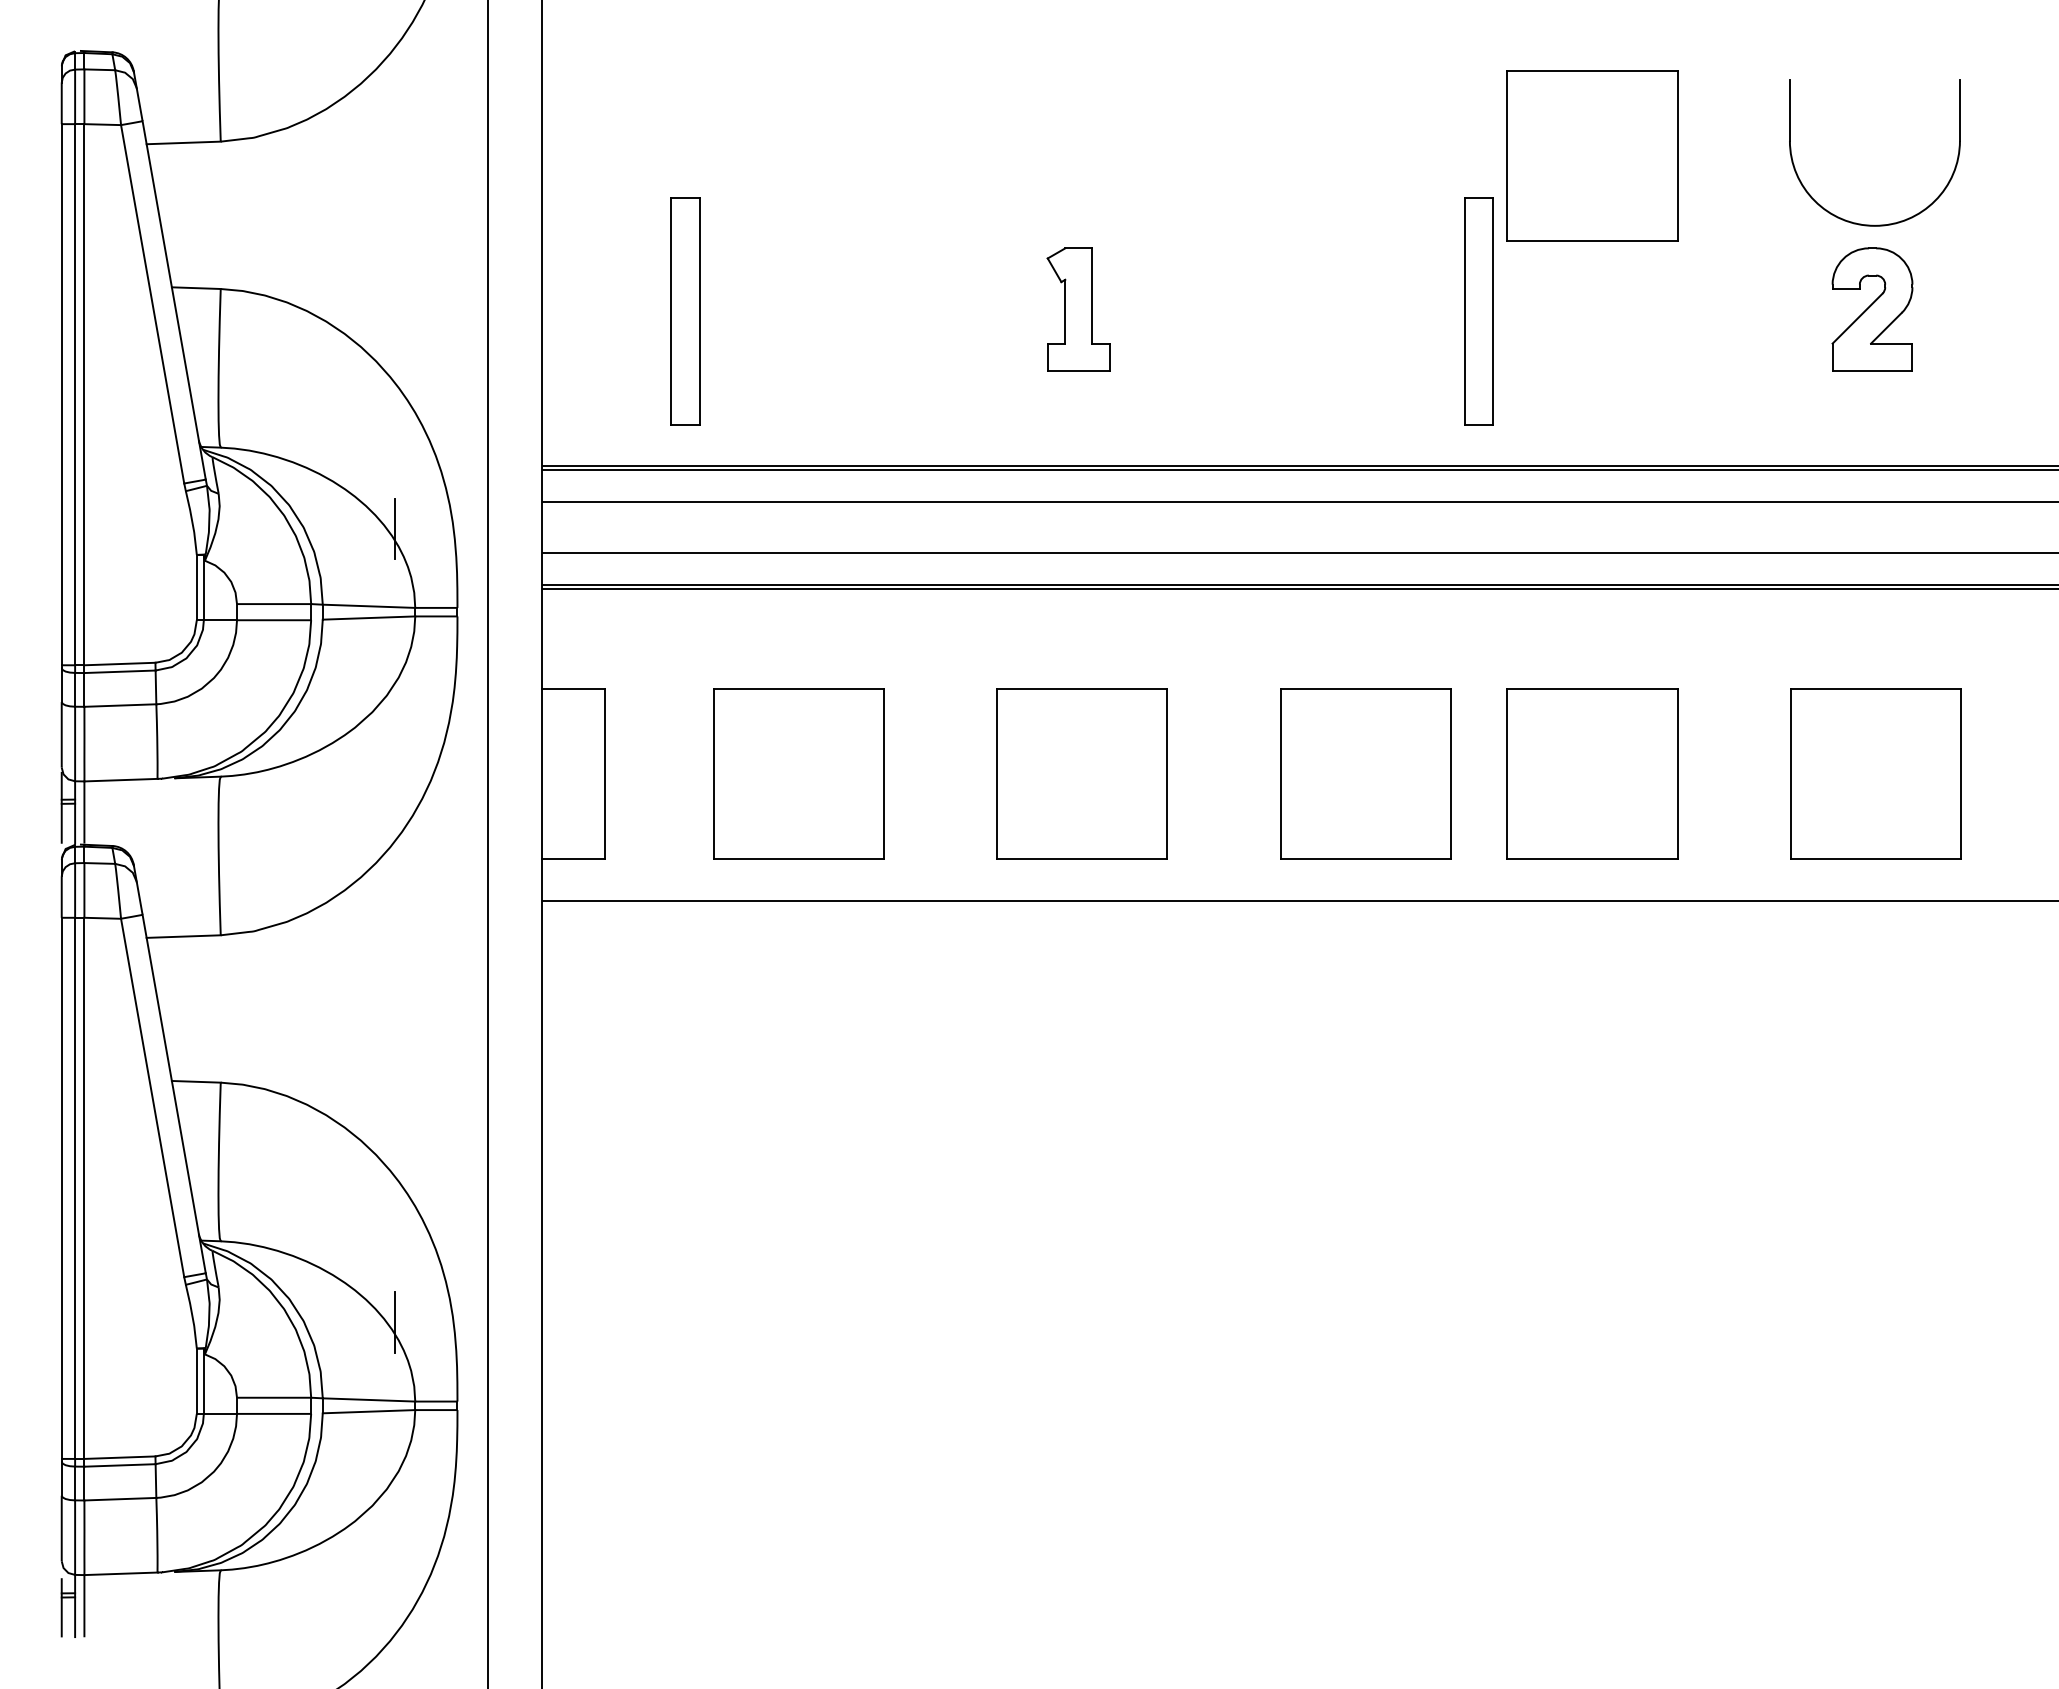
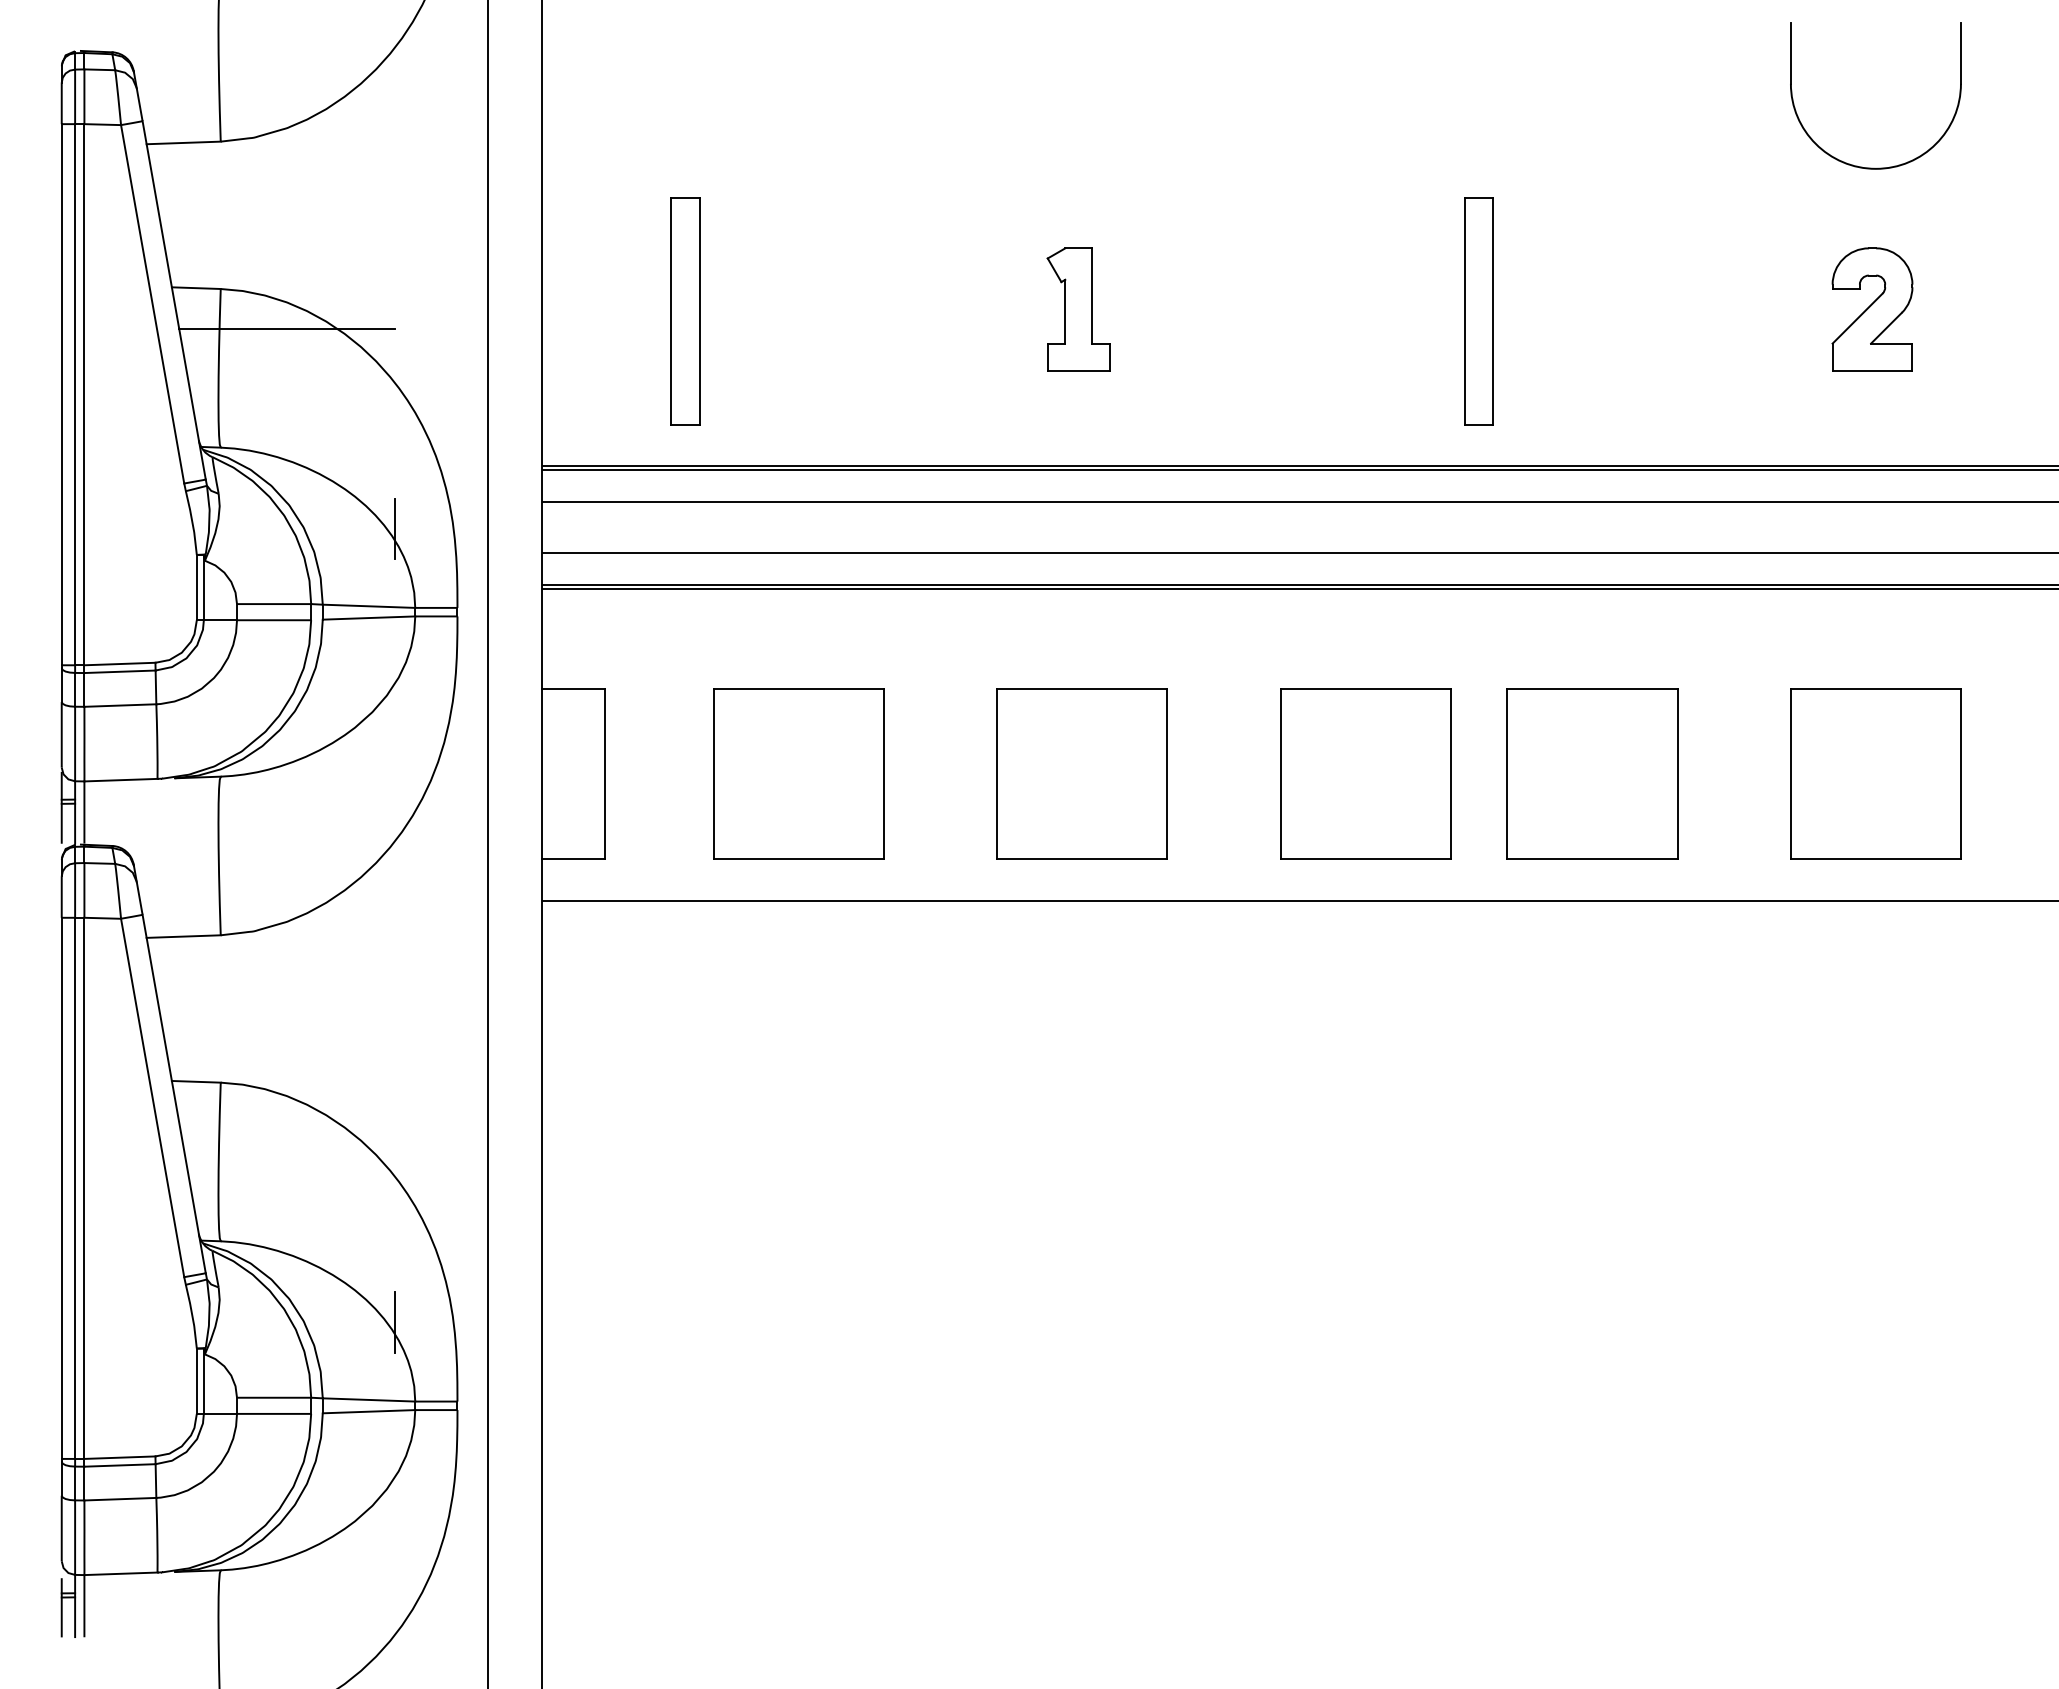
part at (1592, 155): present -> none
part at (1873, 224) position: (1873, 224) -> (1874, 167)
line at (287, 328): none -> present
